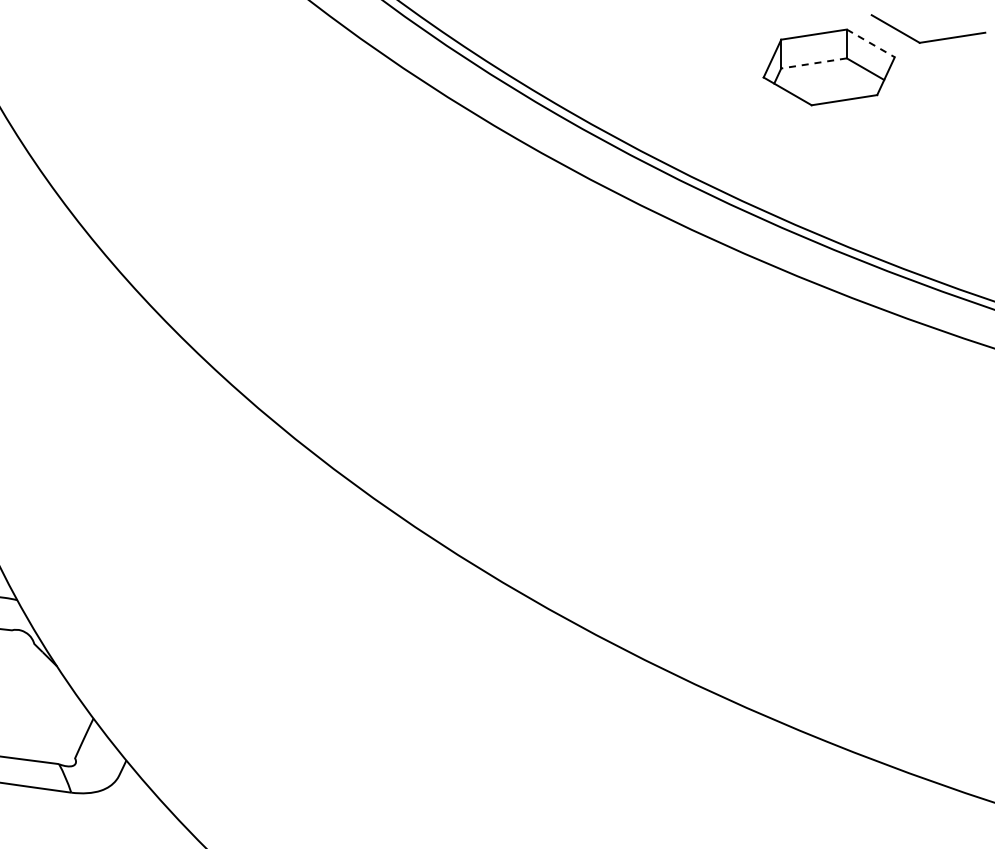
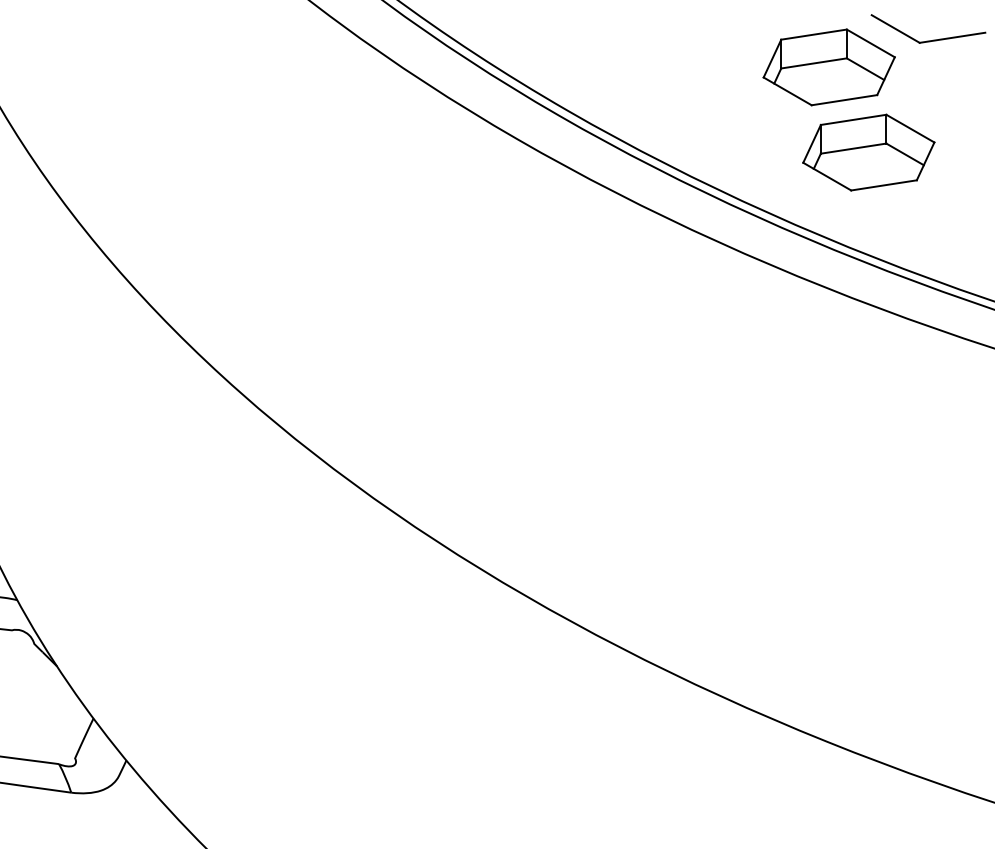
line at (870, 43): dashed -> solid
line at (813, 63): dashed -> solid
part at (868, 152): none -> present
